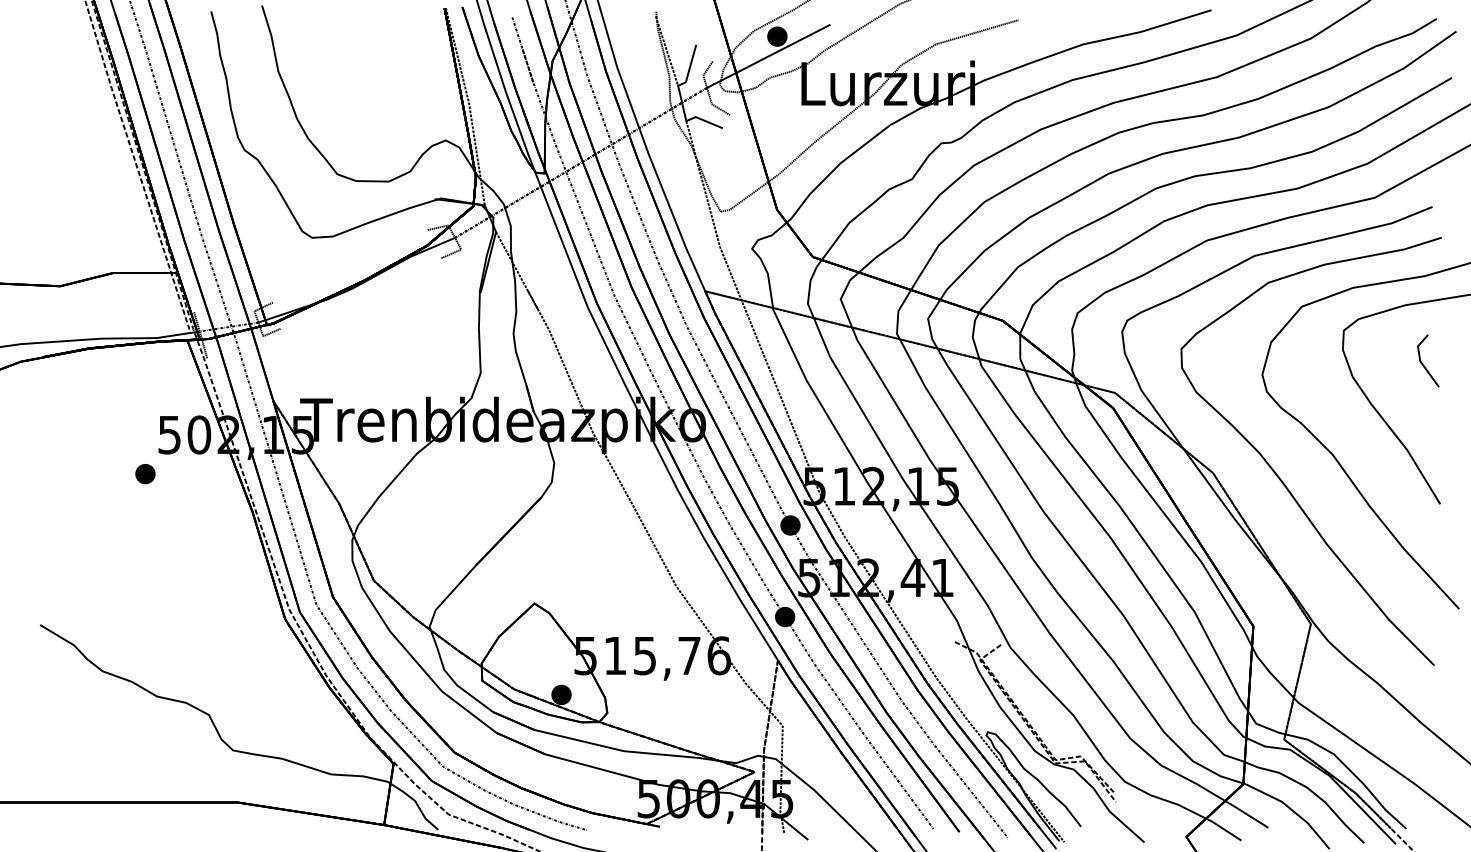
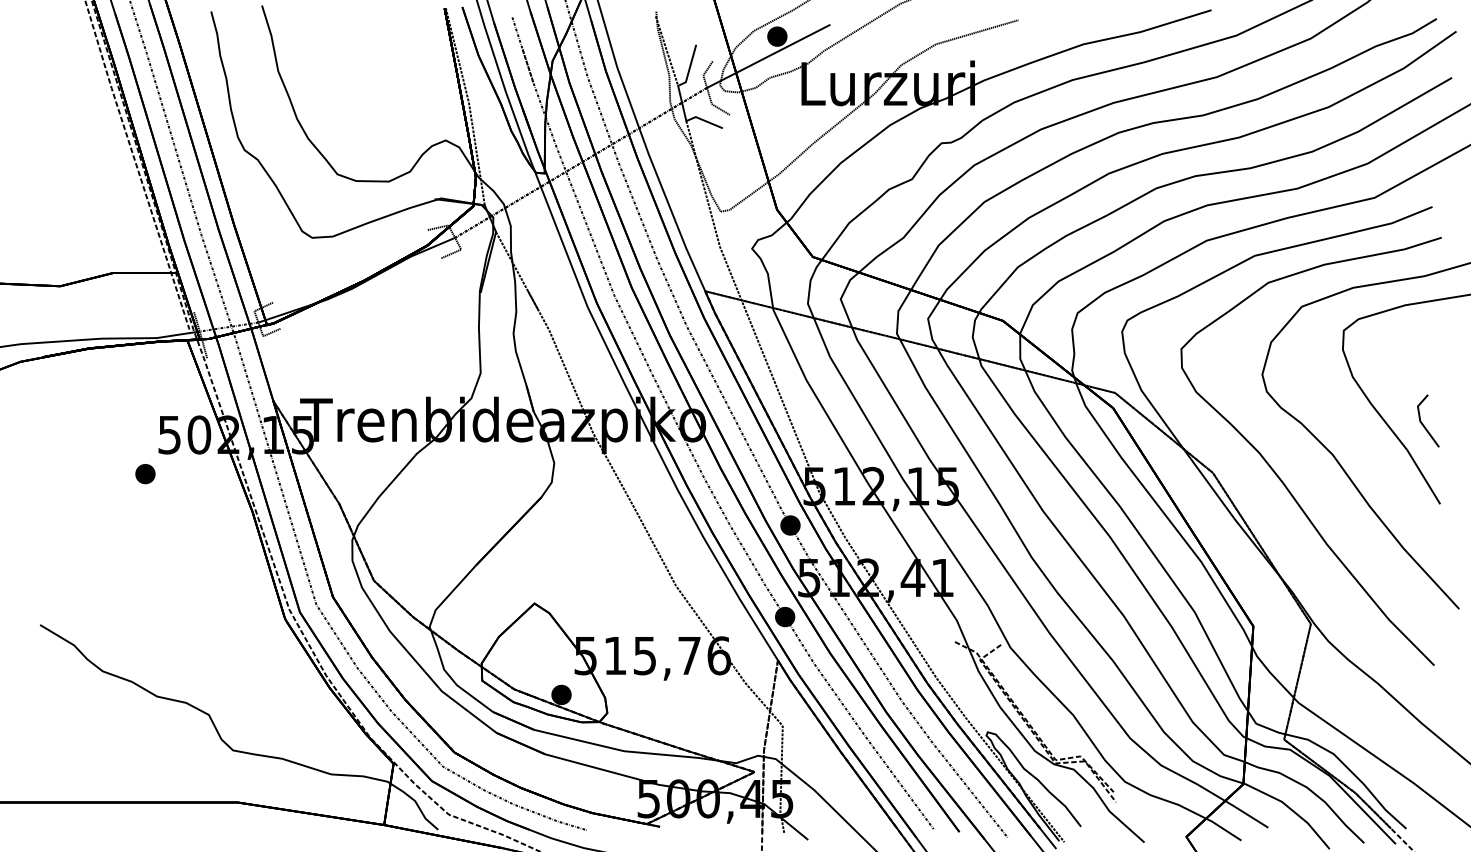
part at (1428, 360) position: (1428, 360) -> (1428, 420)
